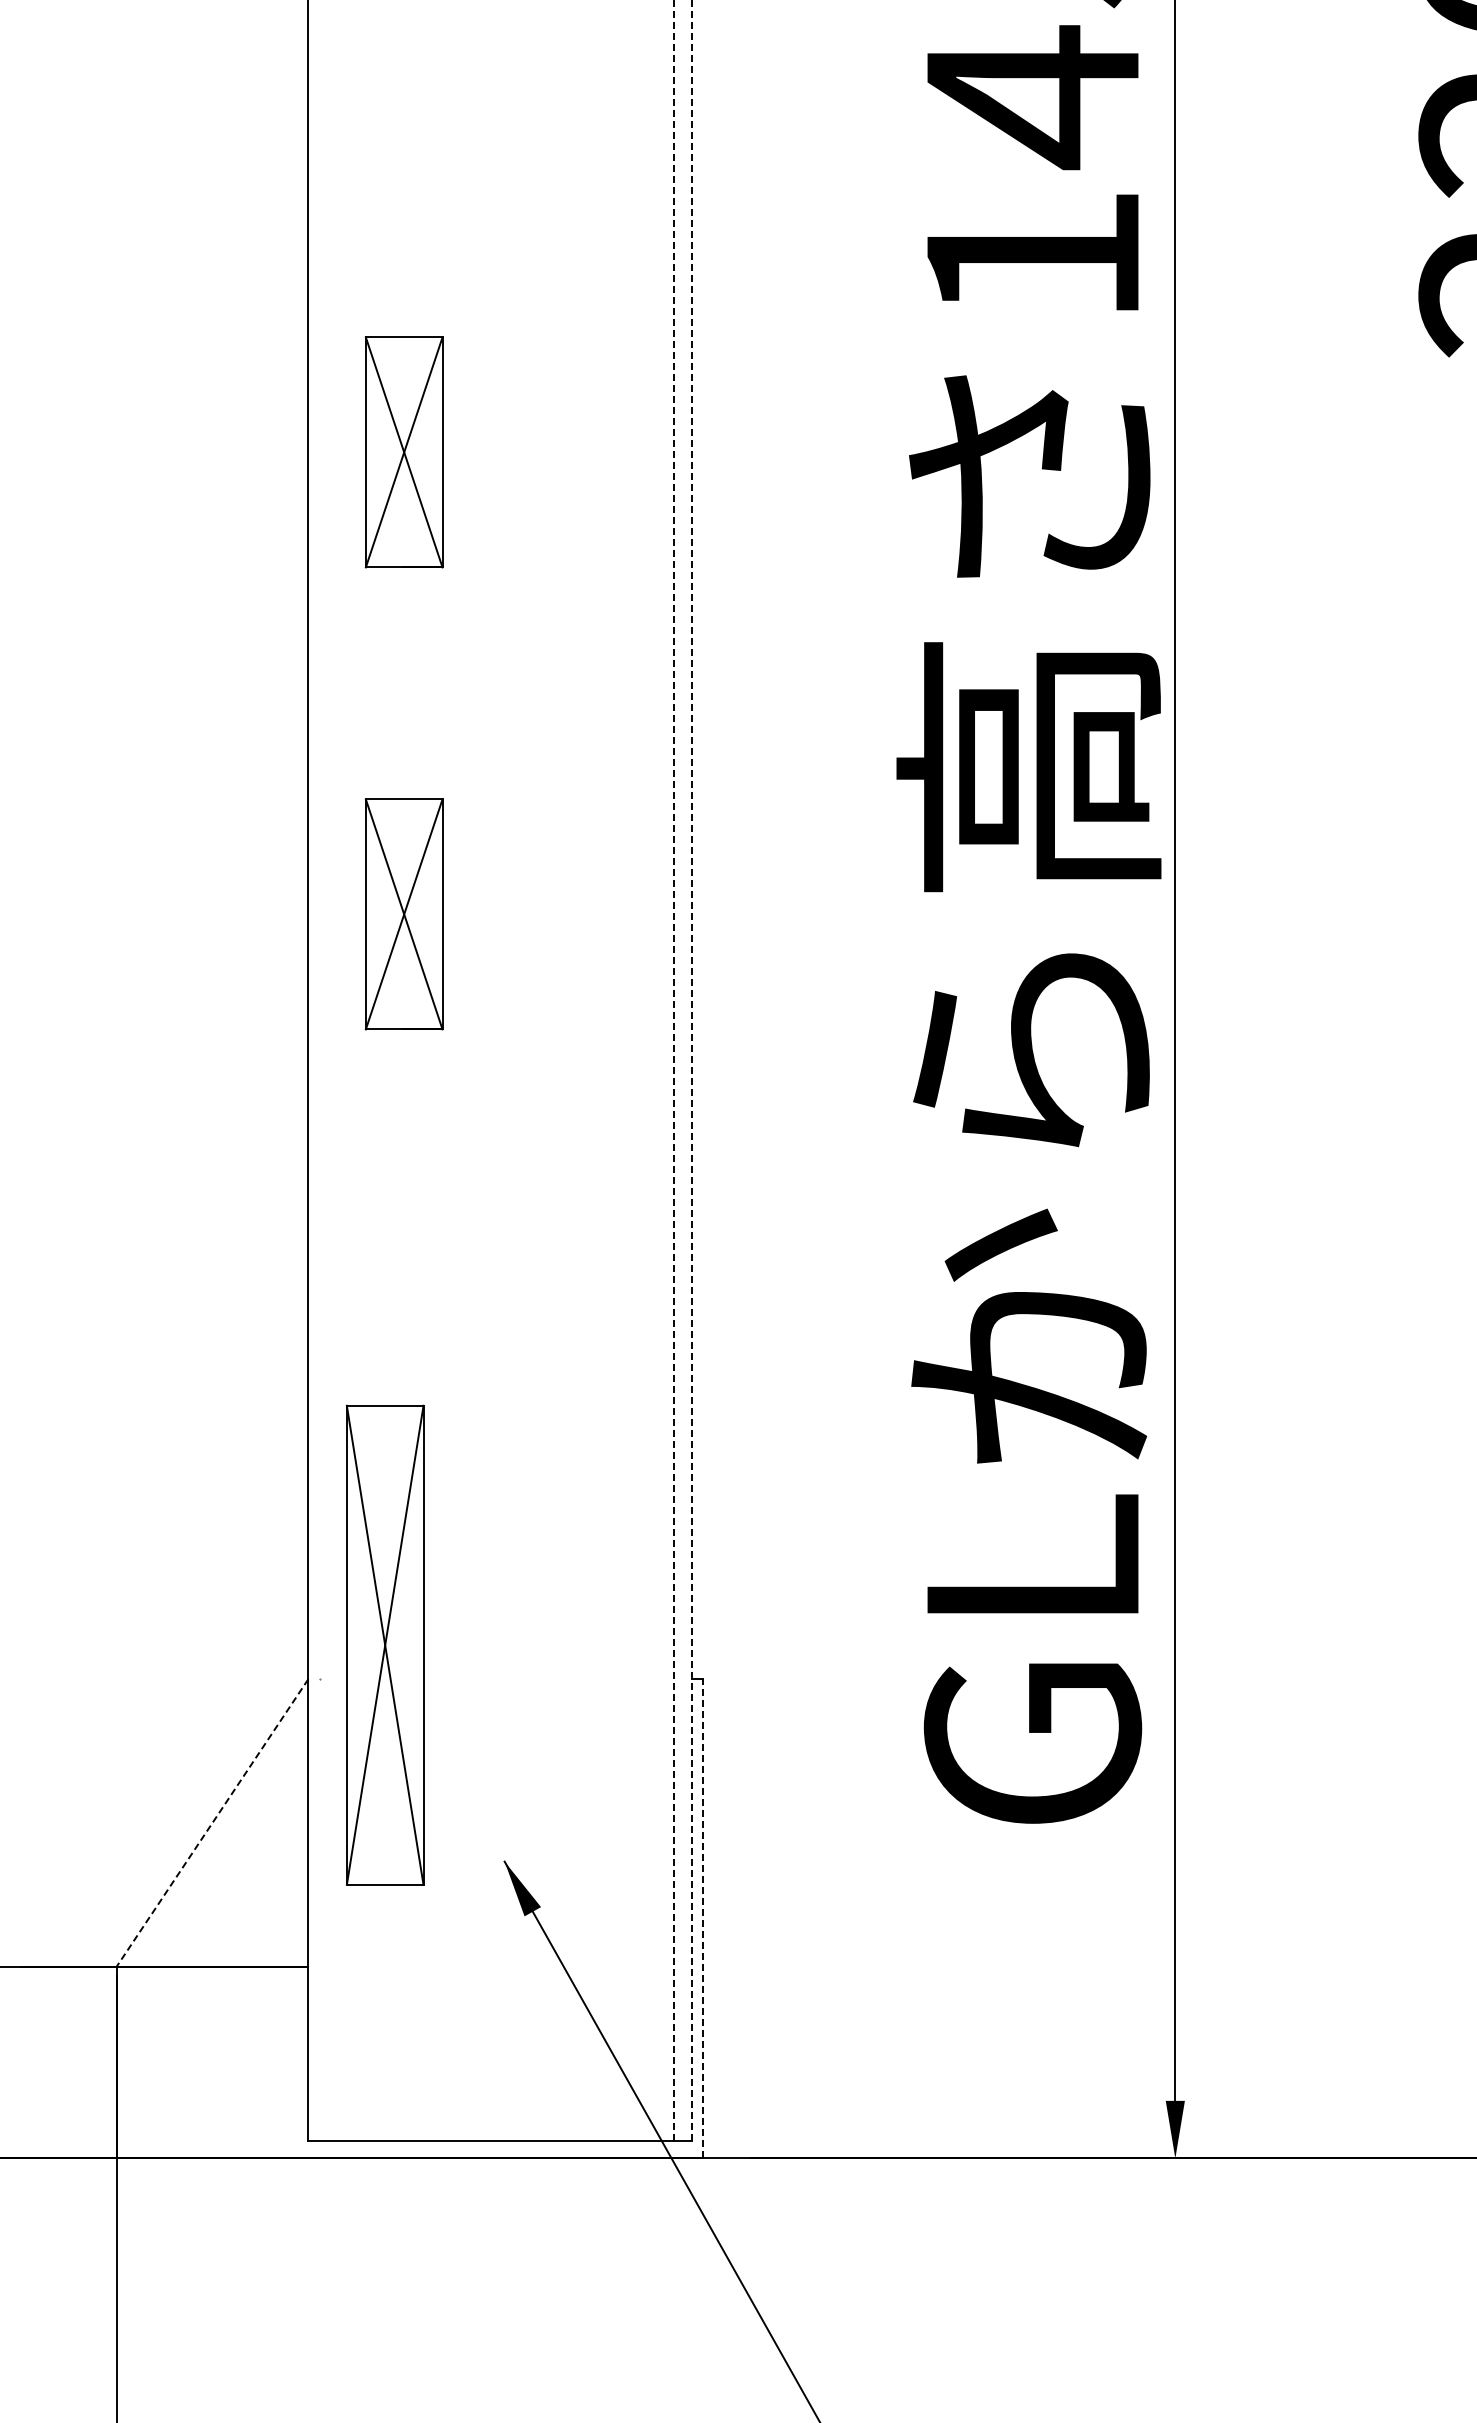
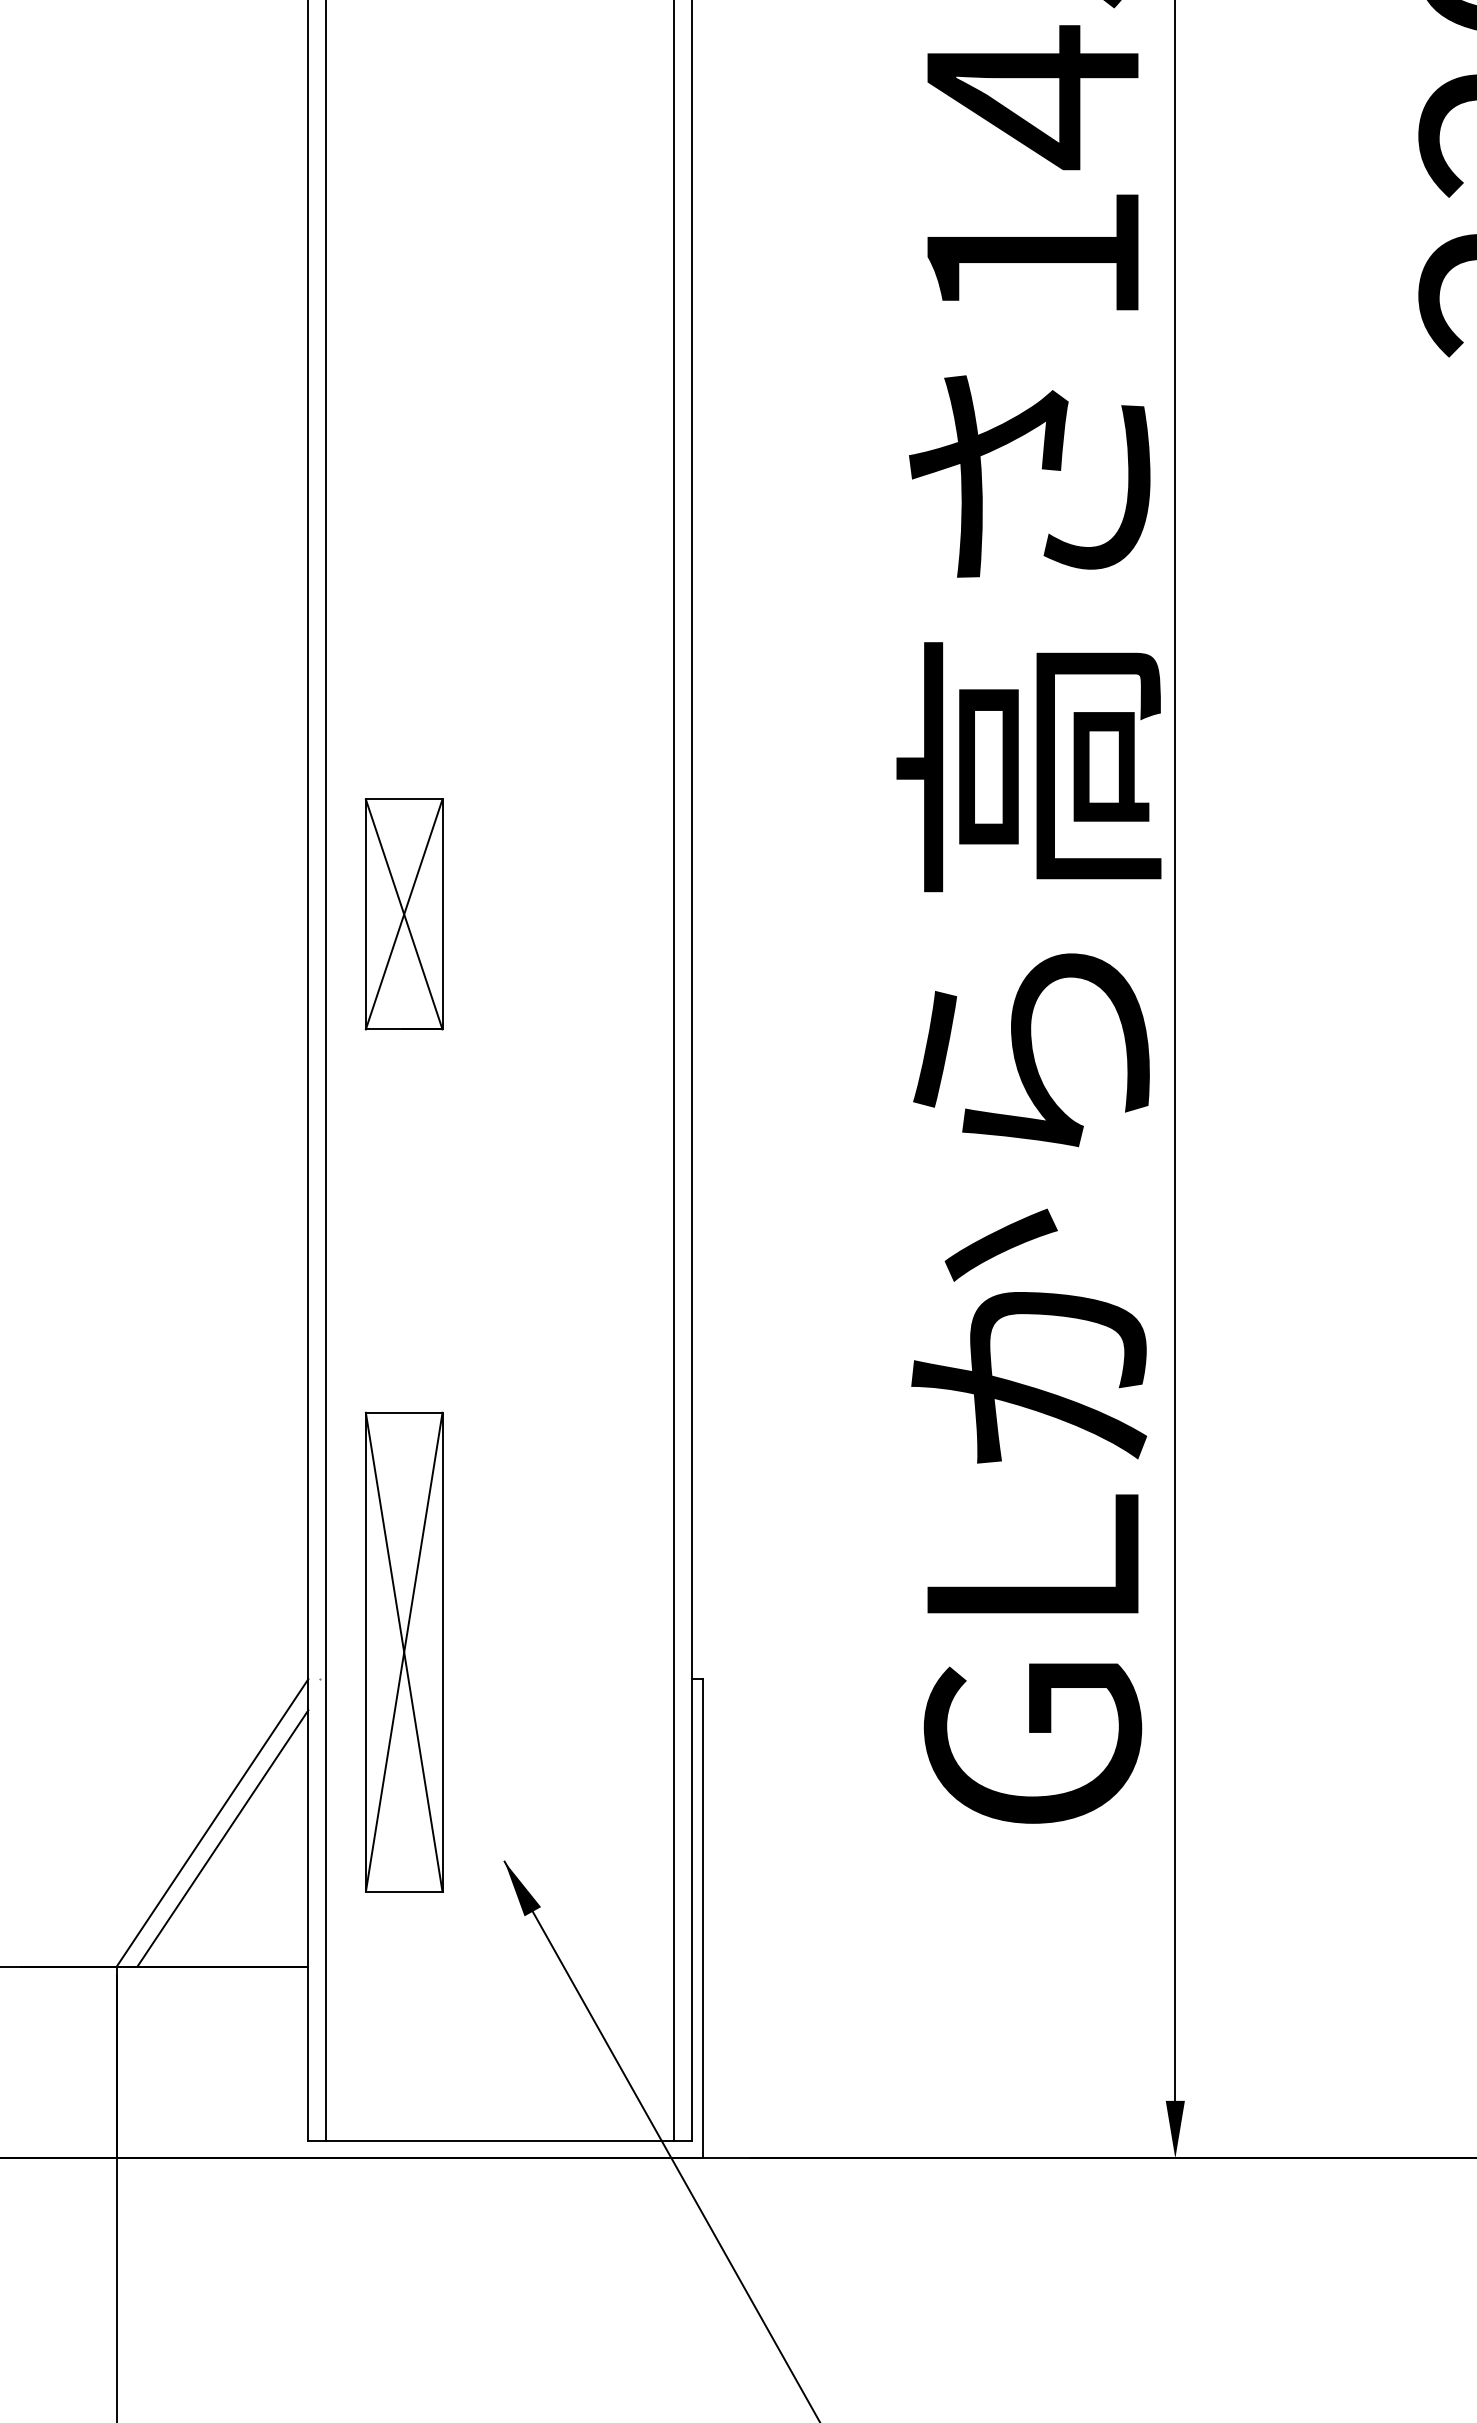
part at (403, 452): present -> none
line at (325, 1071): none -> present
line at (674, 1071): dashed -> solid
line at (691, 1071): dashed -> solid
part at (384, 1644) position: (384, 1644) -> (403, 1651)
line at (212, 1822): dashed -> solid
line at (222, 1838): none -> present
line at (703, 1918): dashed -> solid
